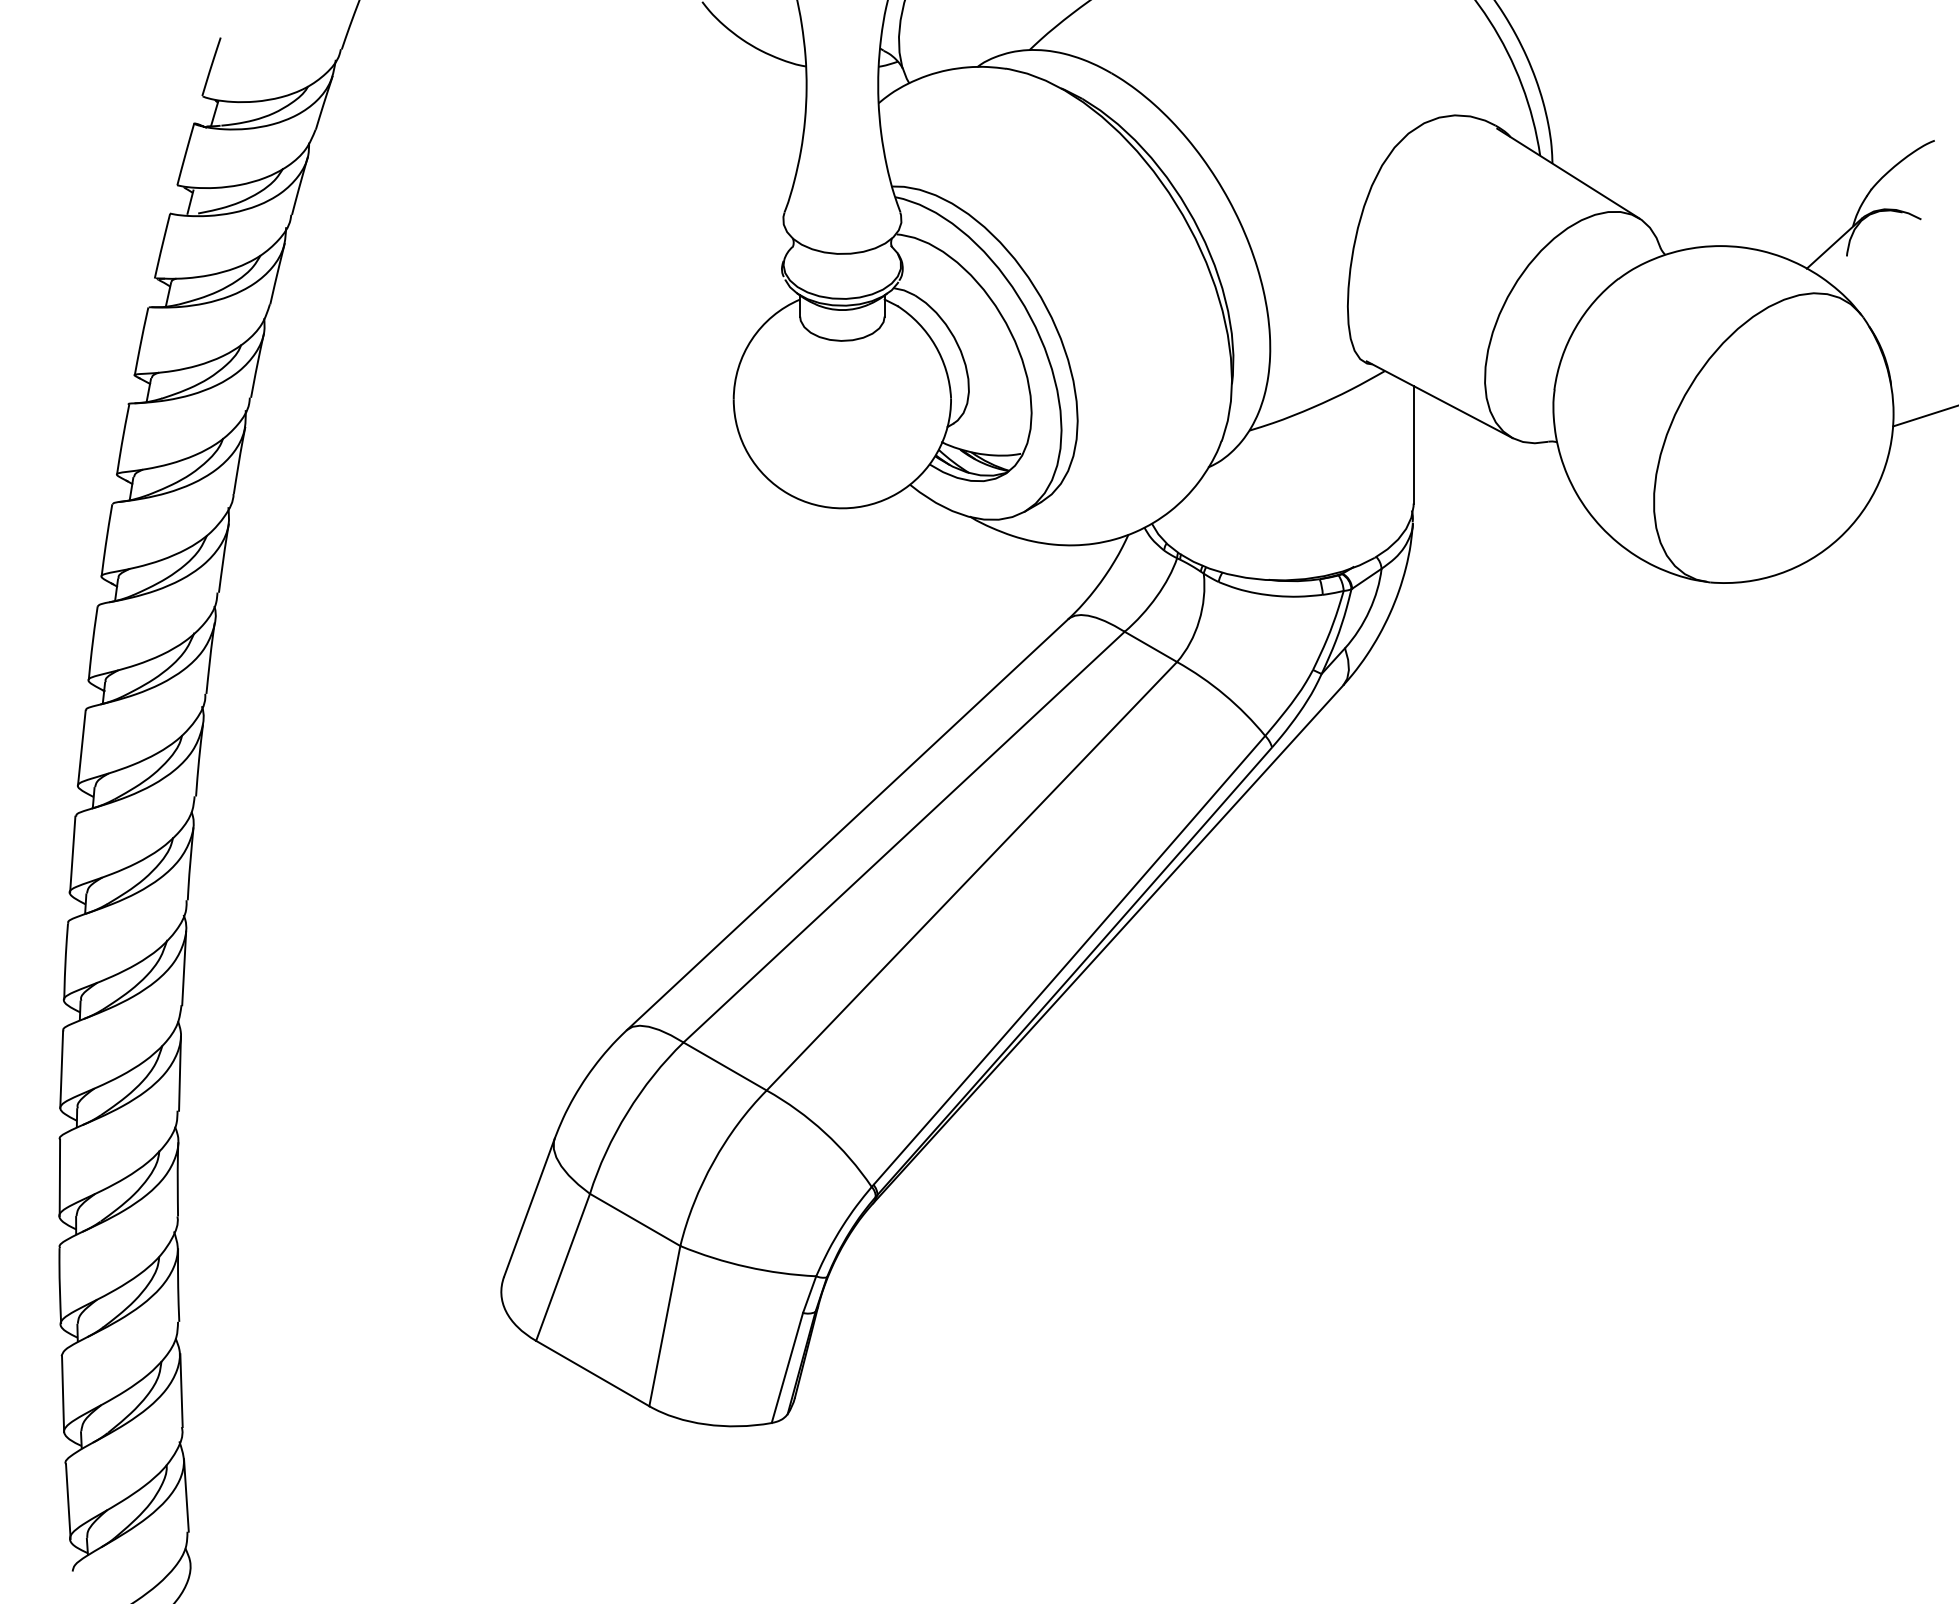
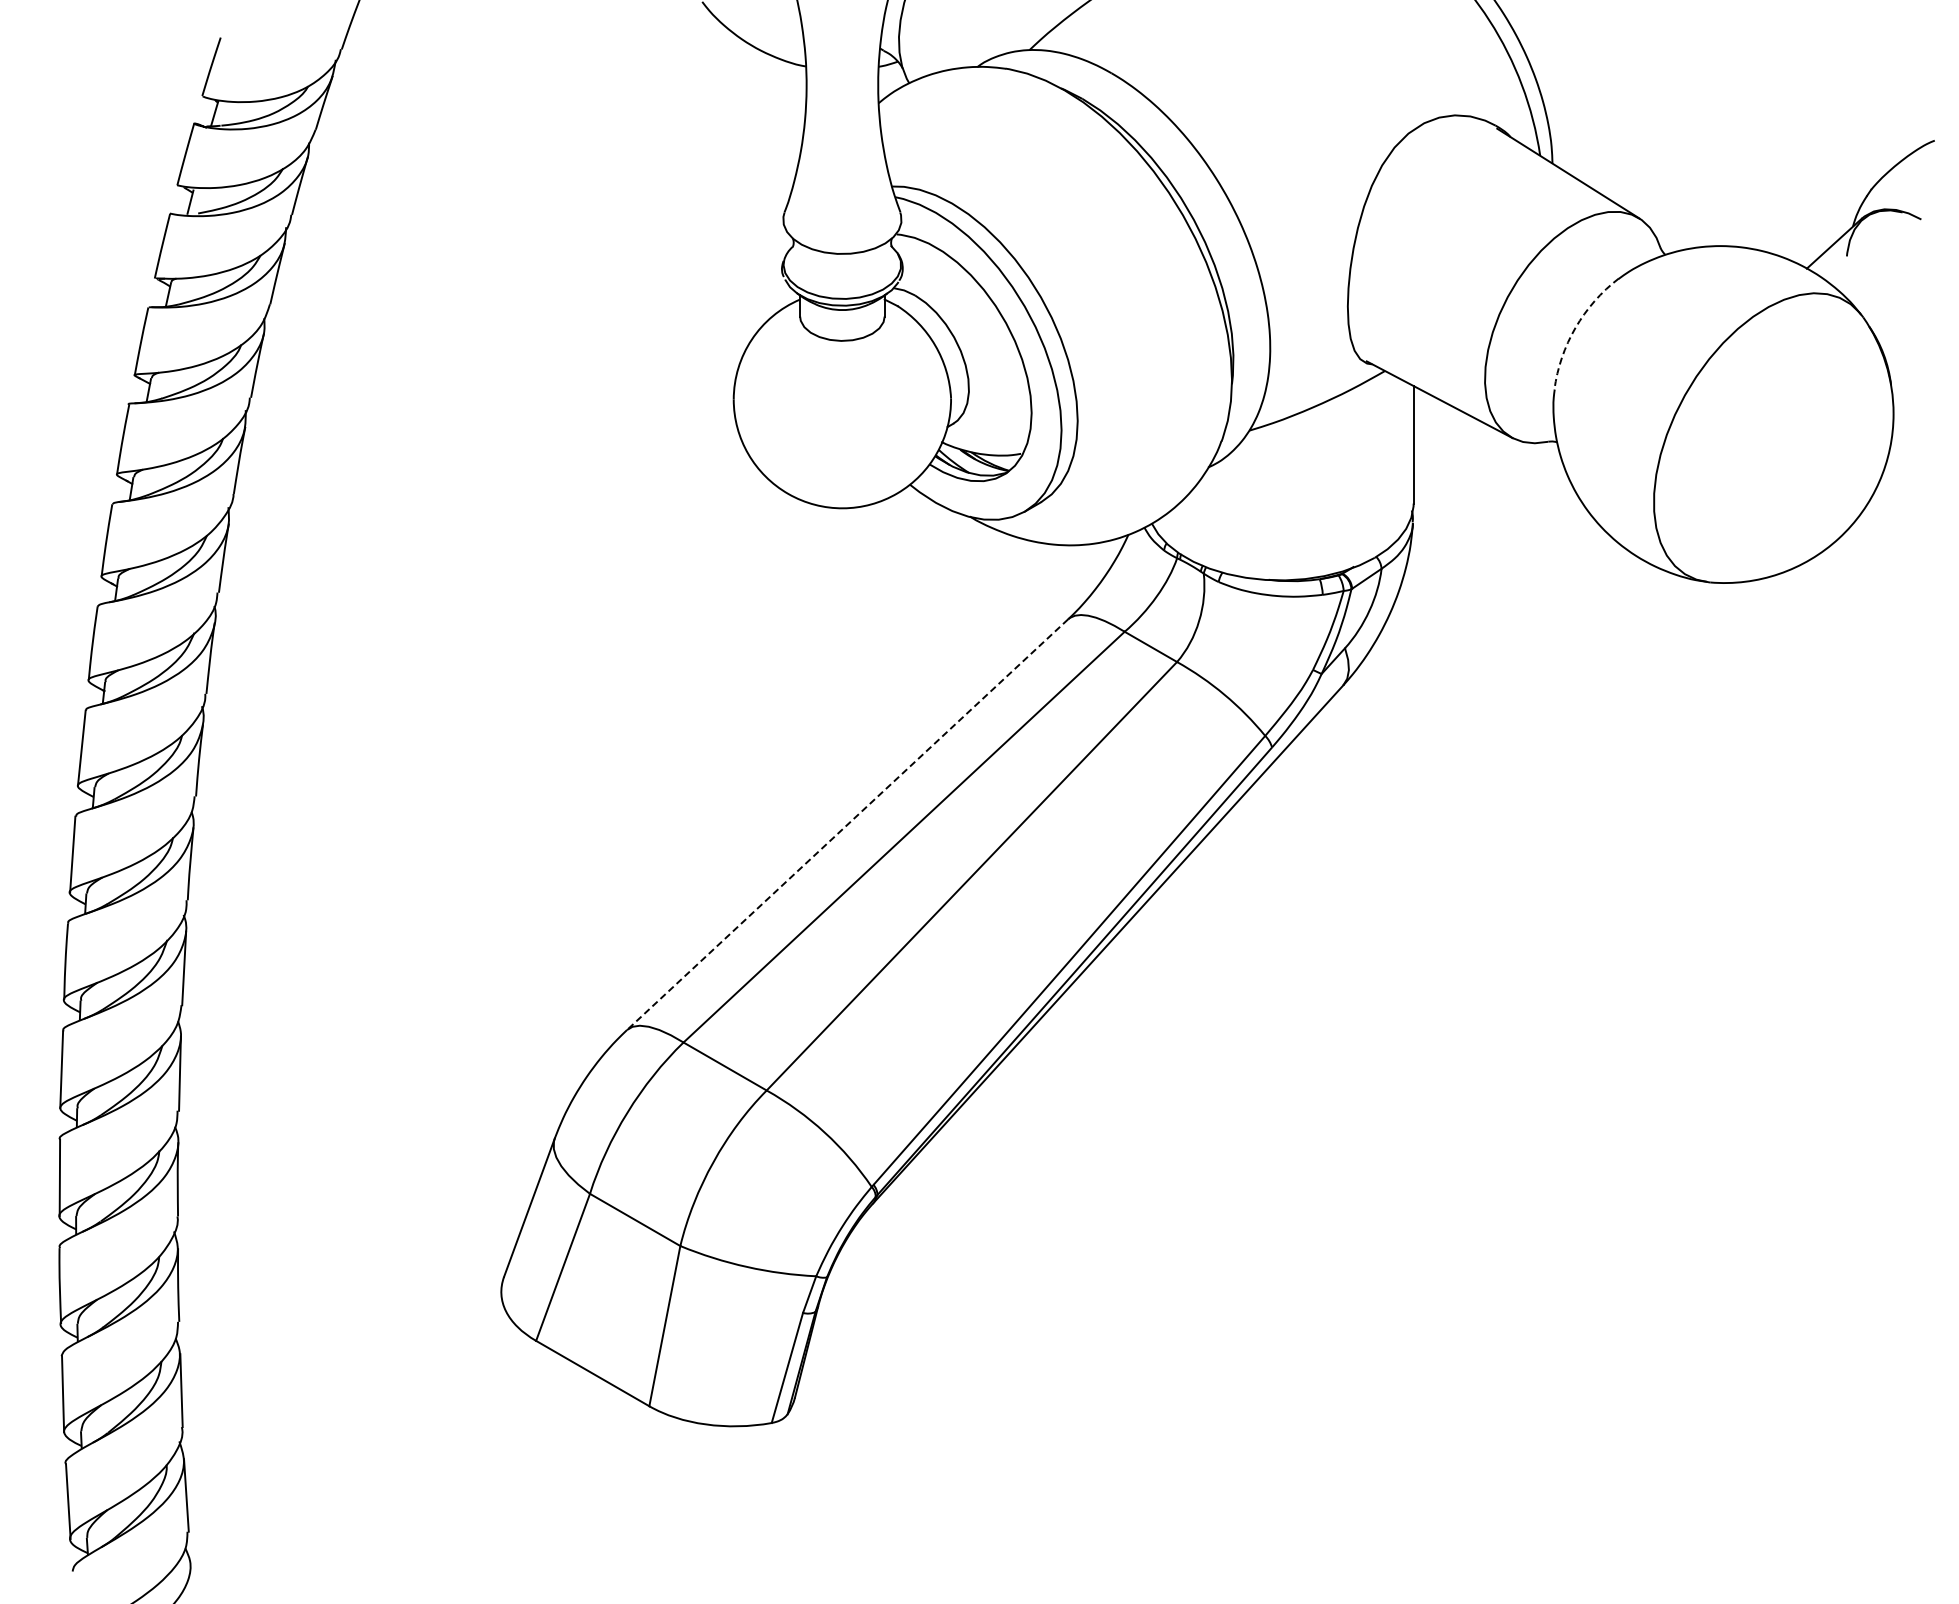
arc at (1575, 327): solid -> dashed
line at (1924, 416): present -> none
line at (847, 825): solid -> dashed
